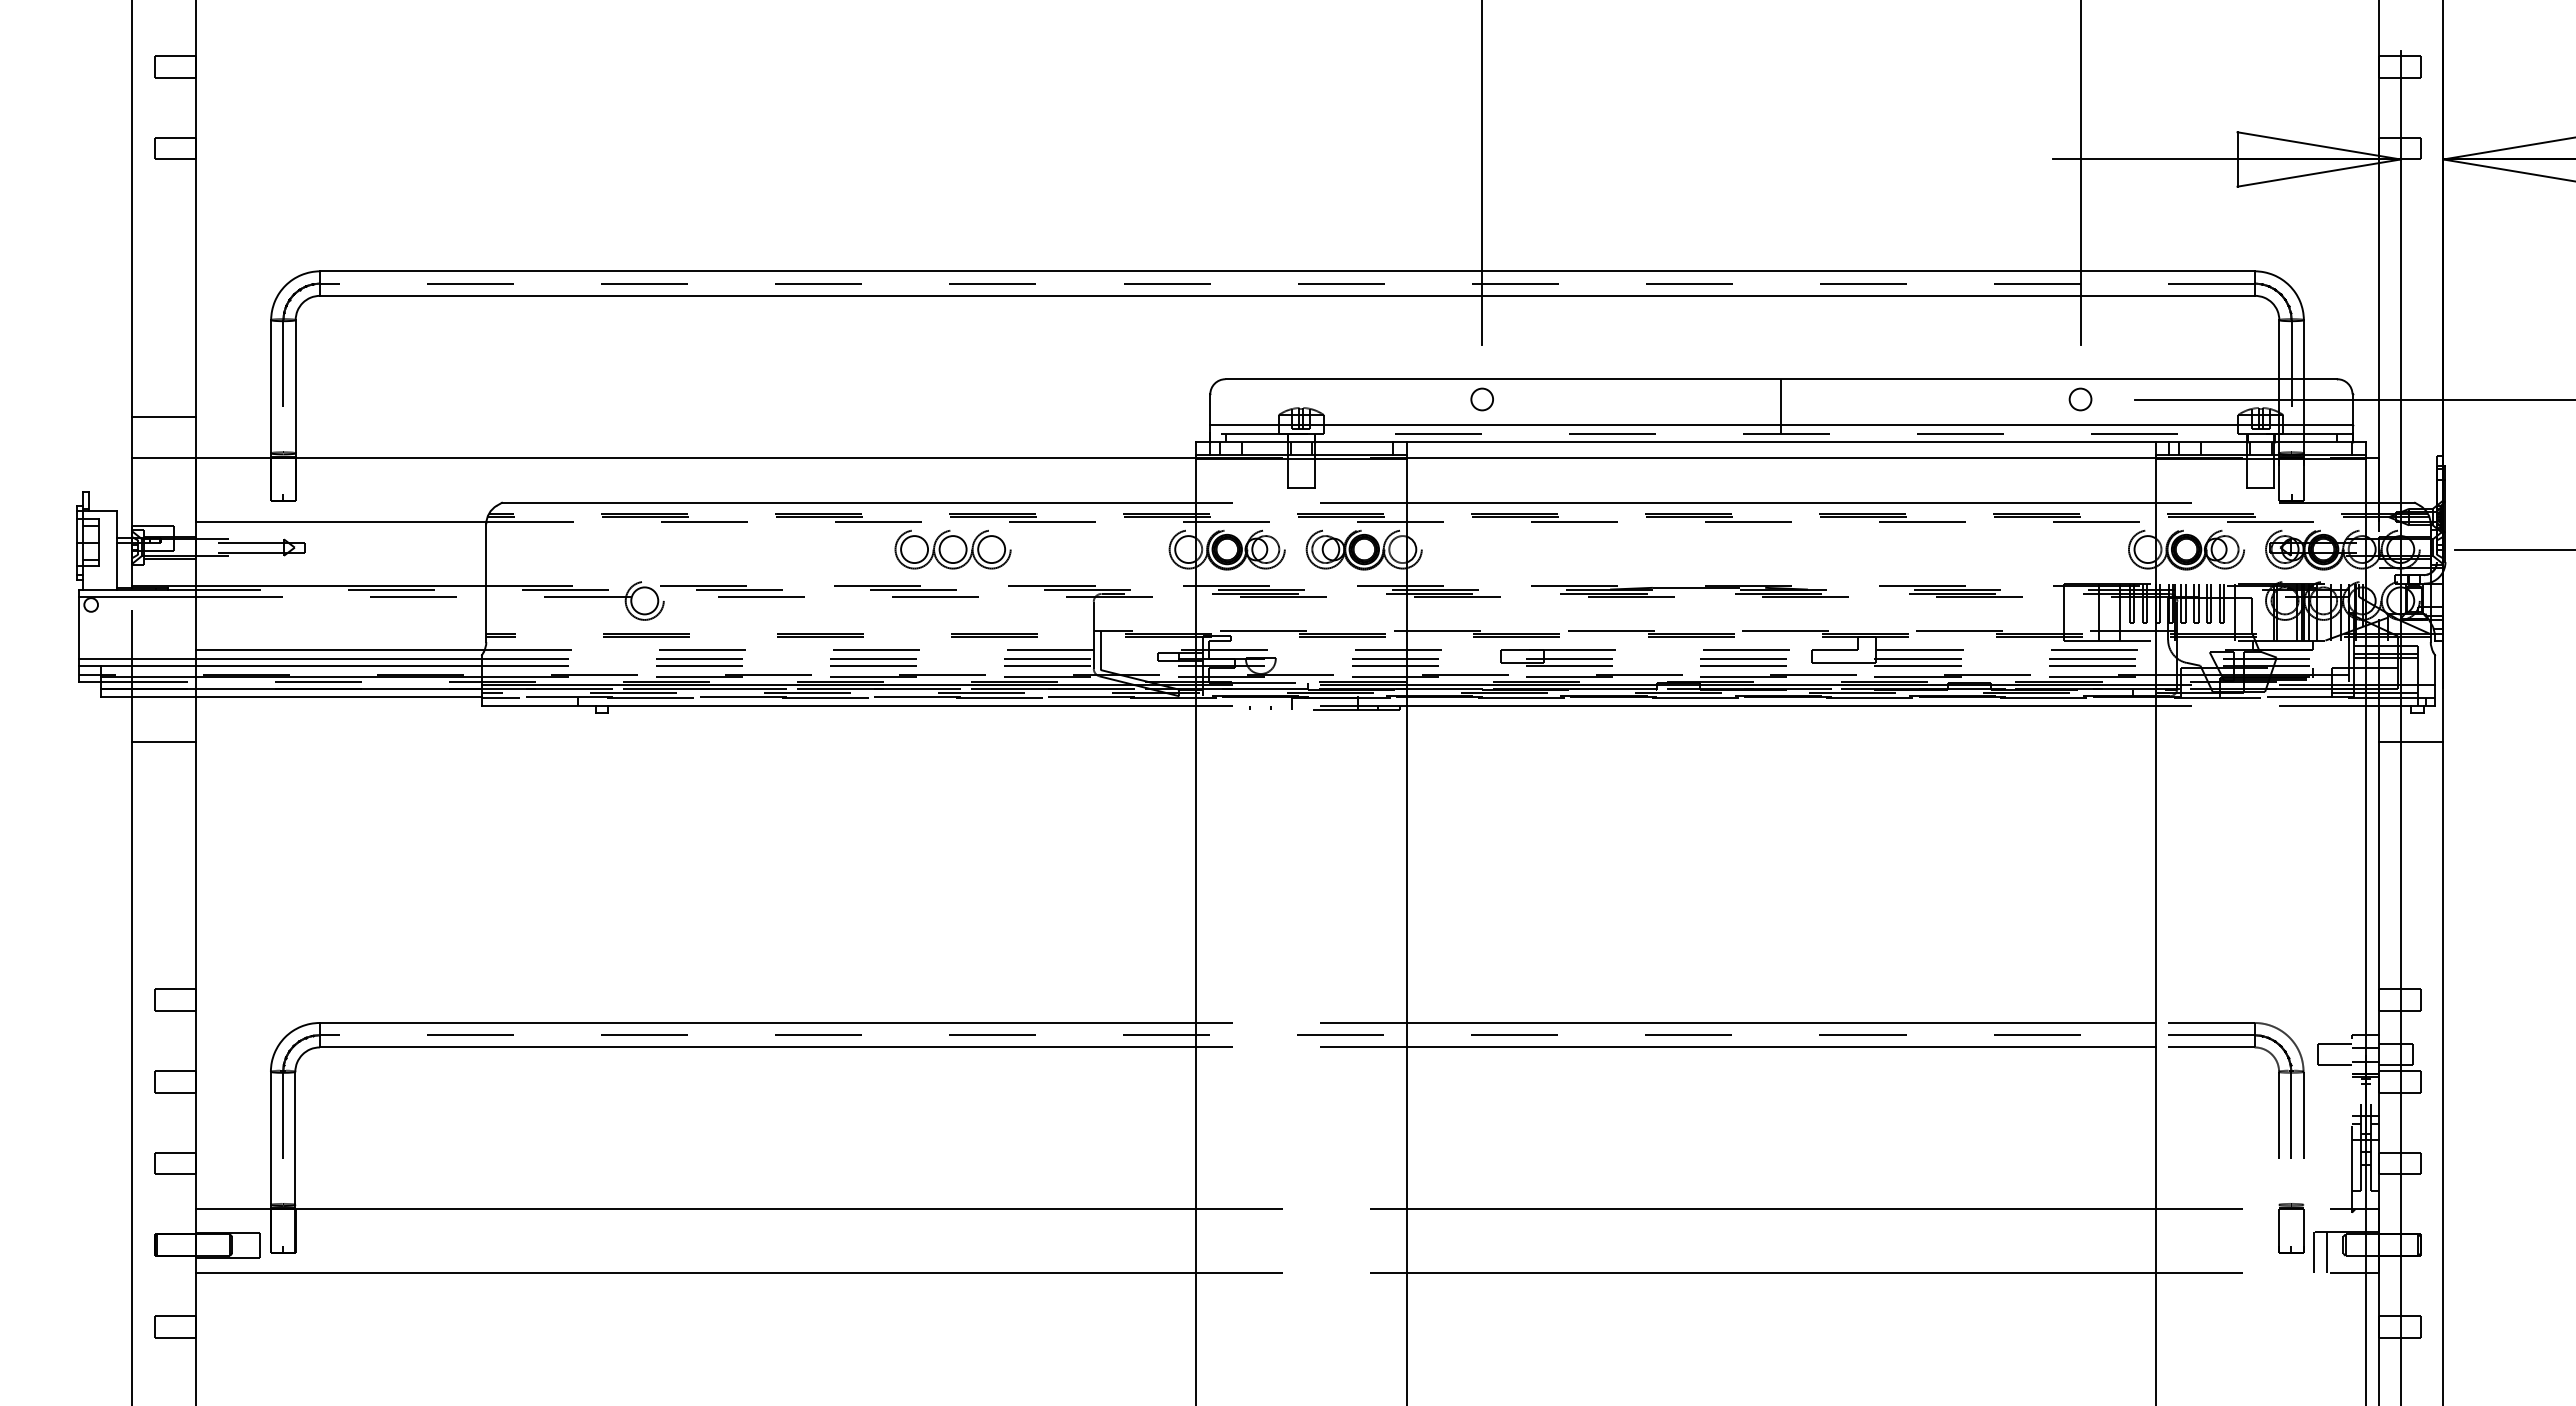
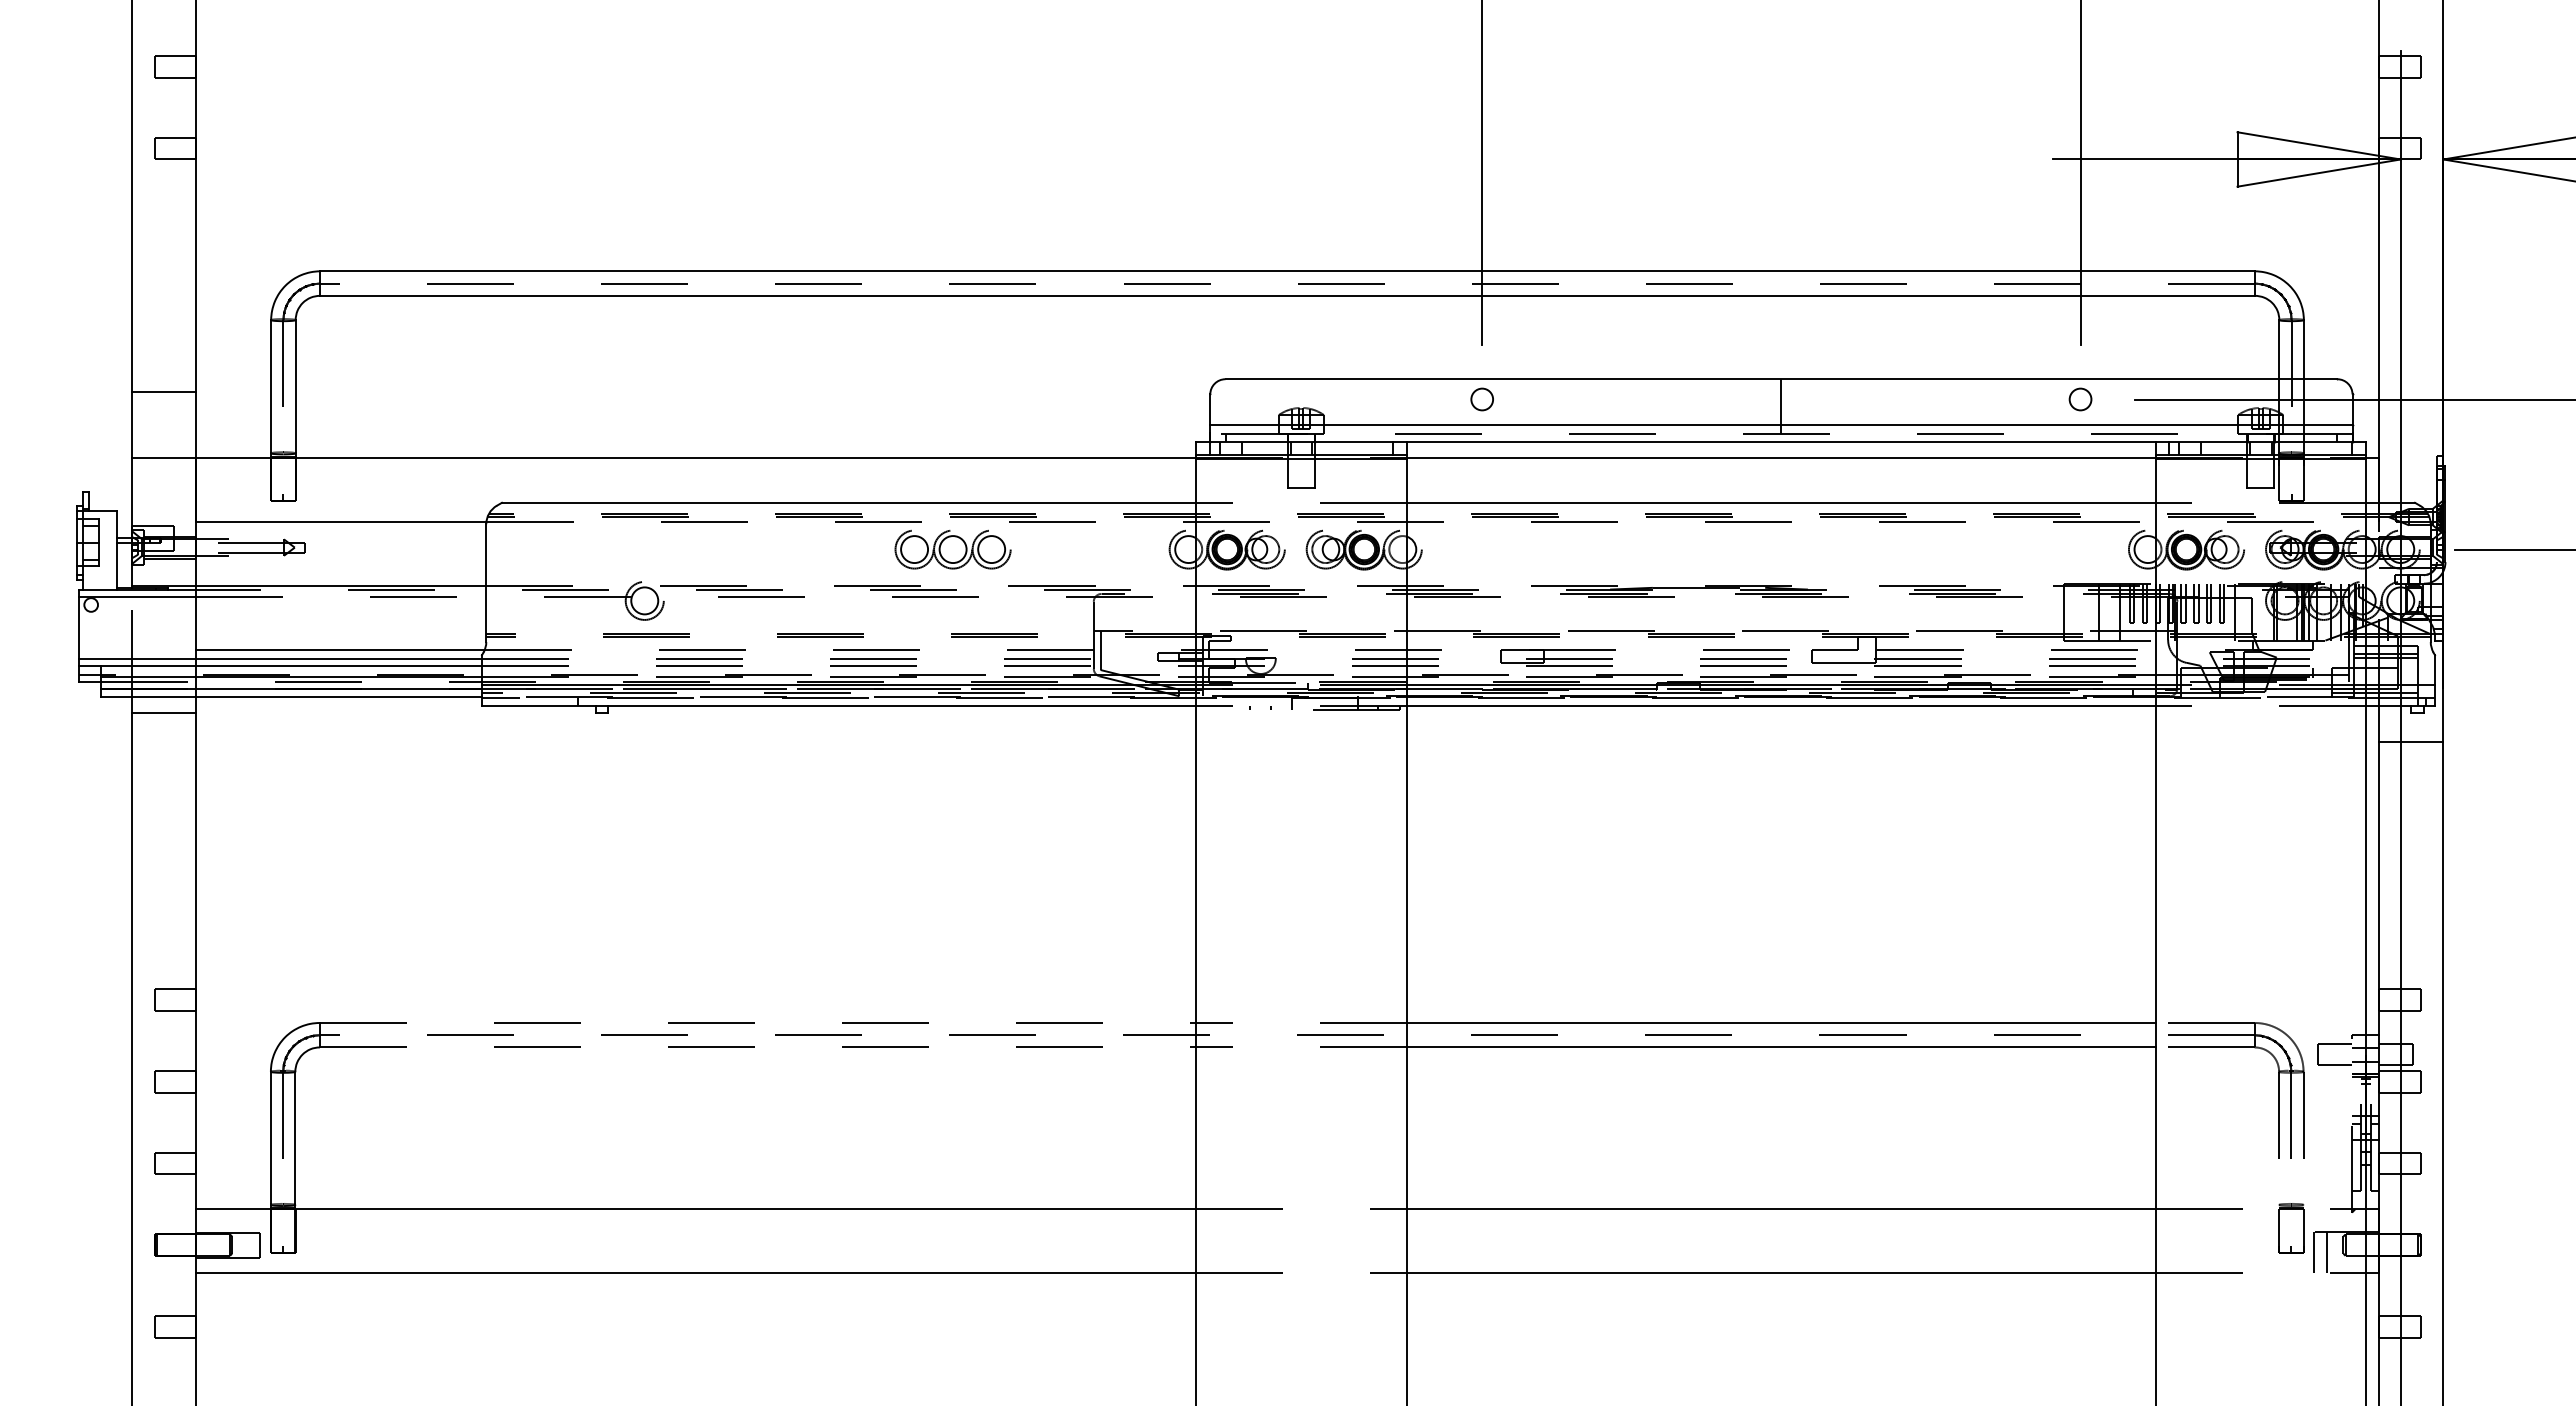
line at (163, 416) position: (163, 416) -> (163, 391)
line at (163, 742) position: (163, 742) -> (163, 713)
line at (758, 1022): solid -> dashed
line at (758, 1047): solid -> dashed
